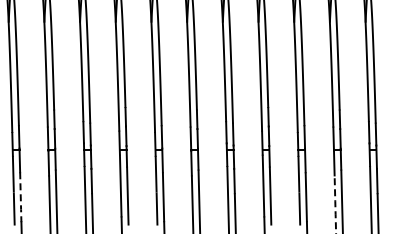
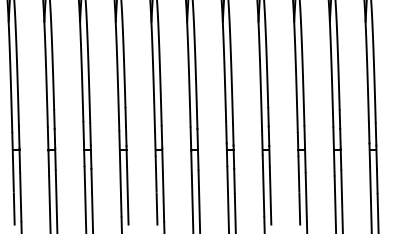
line at (20, 197): dashed -> solid
line at (335, 204): dashed -> solid
